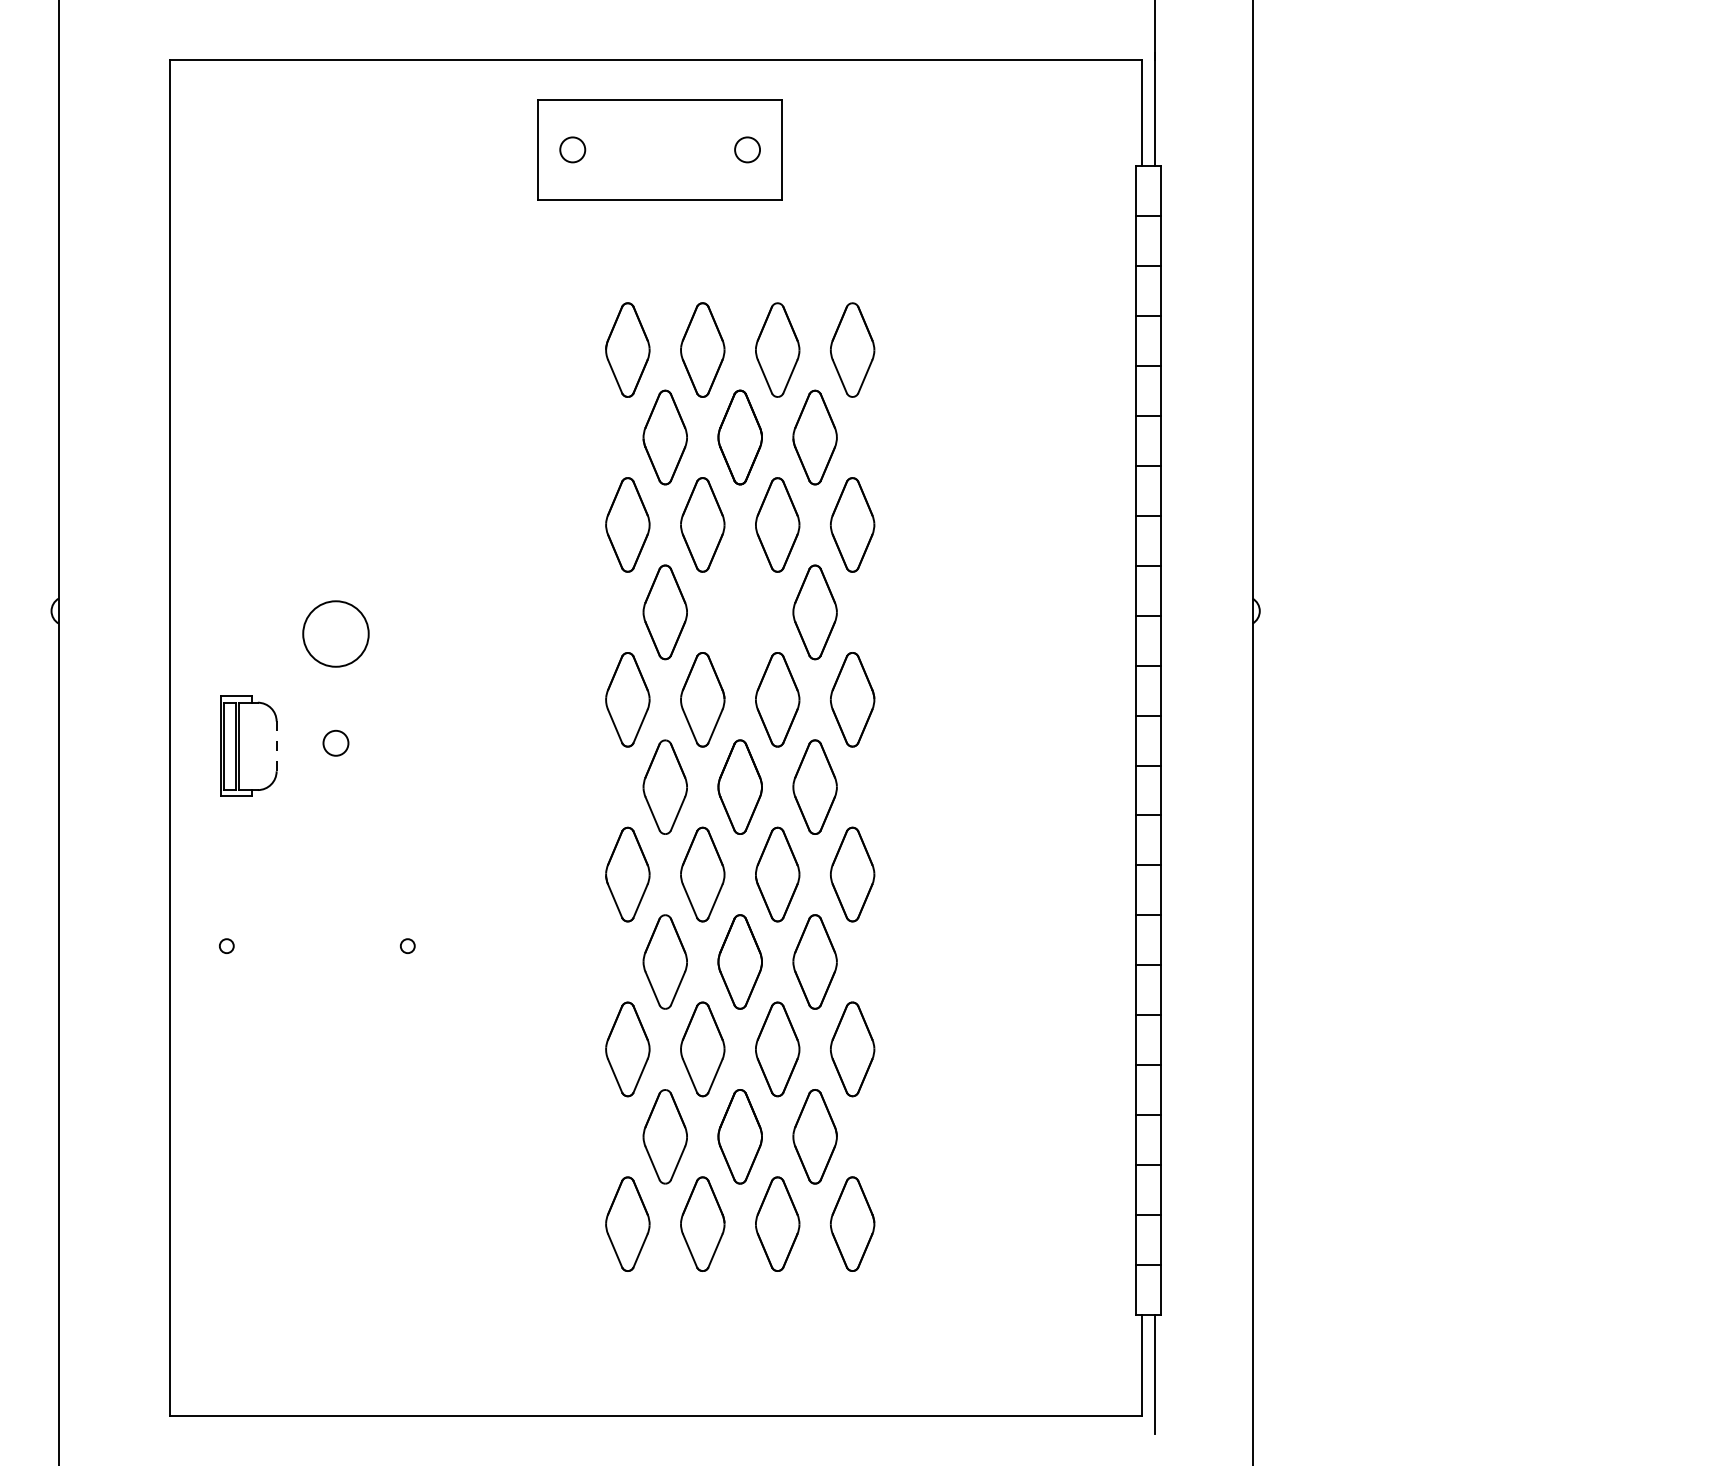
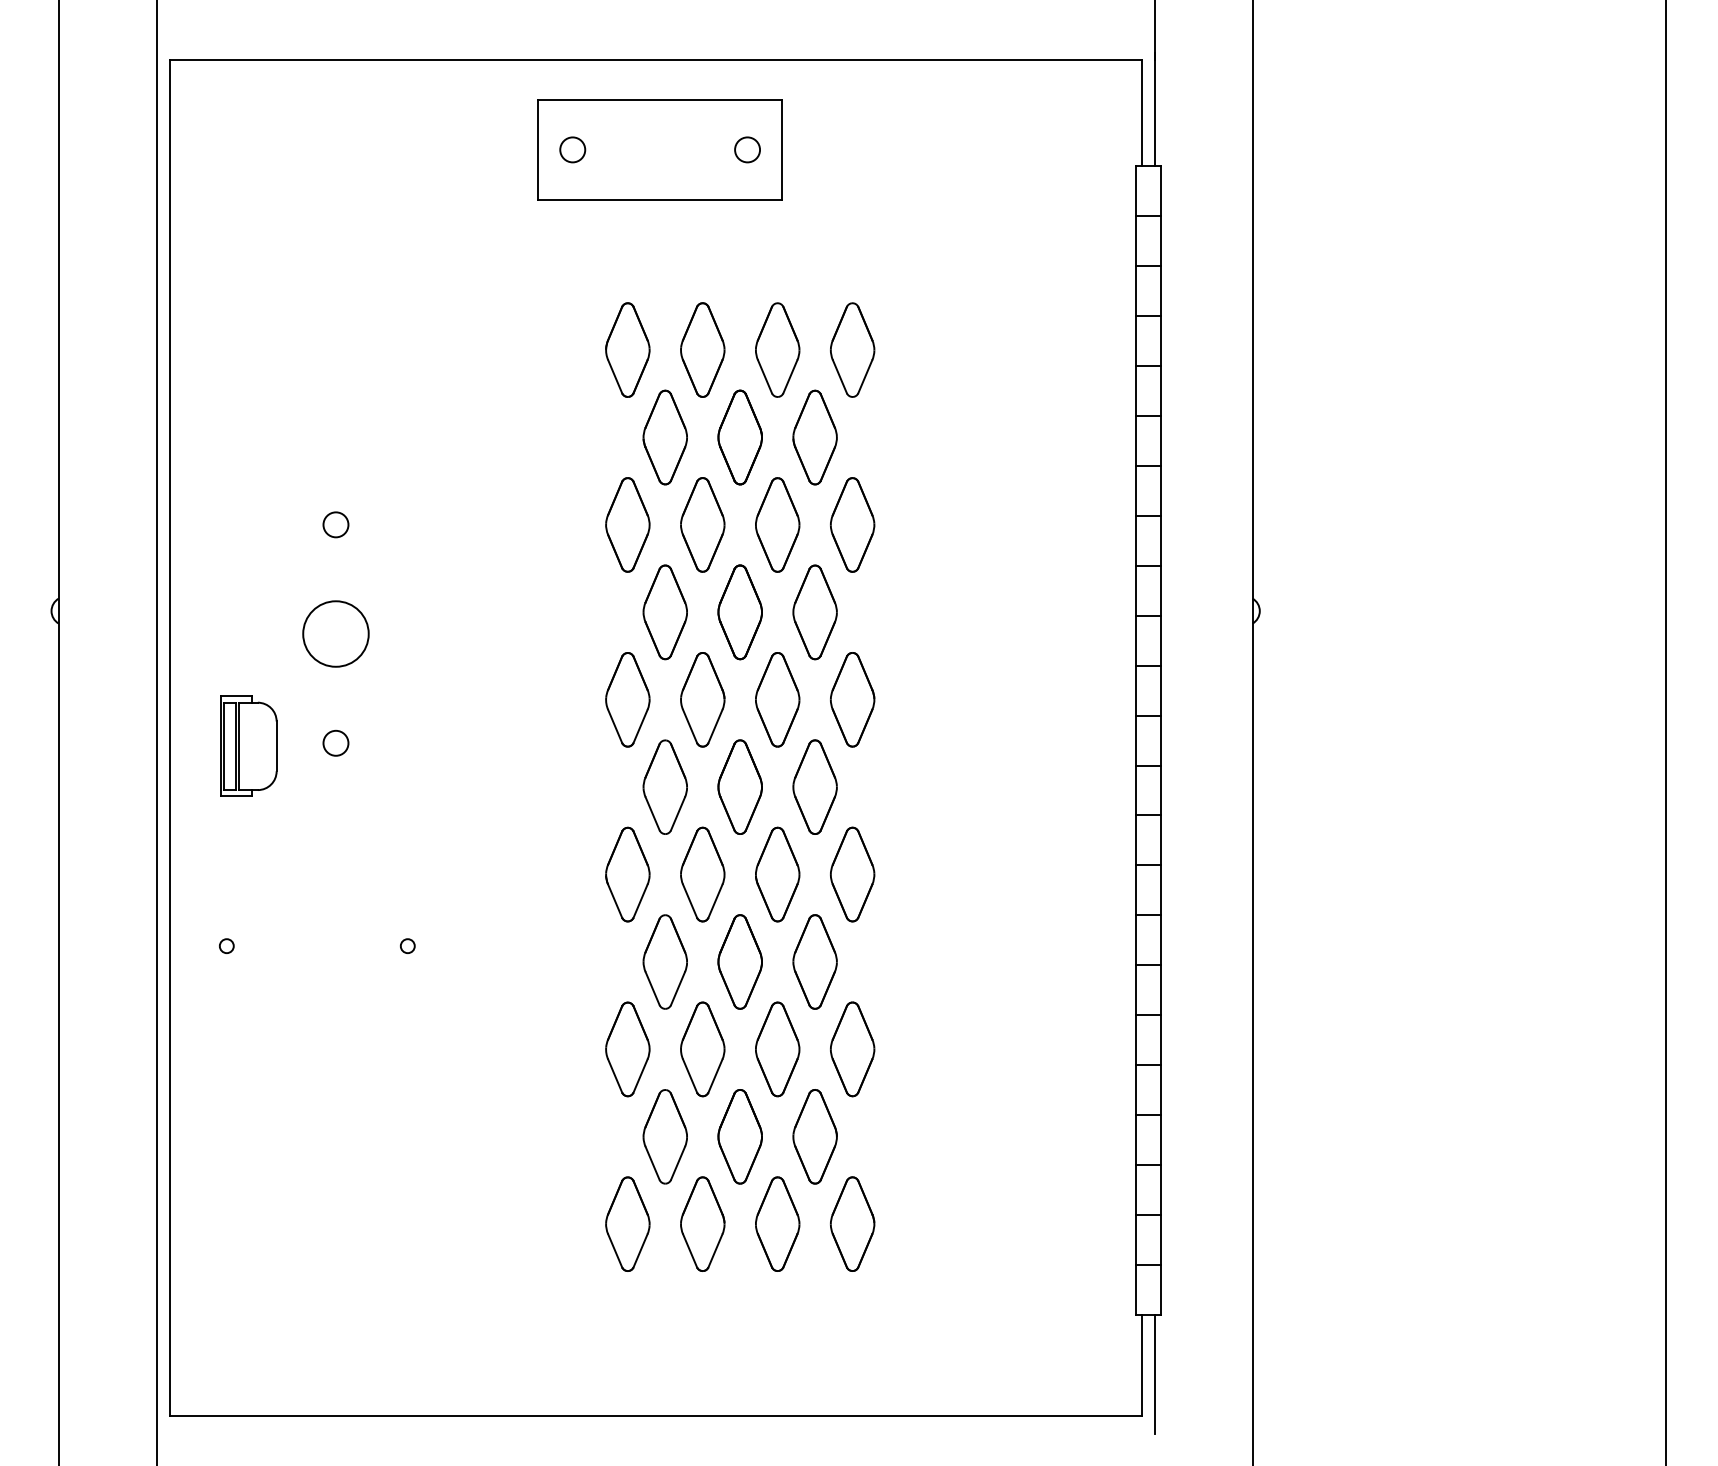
circle at (335, 524): none -> present
part at (739, 612): none -> present
line at (157, 732): none -> present
line at (1666, 732): none -> present
line at (276, 746): dashed -> solid
